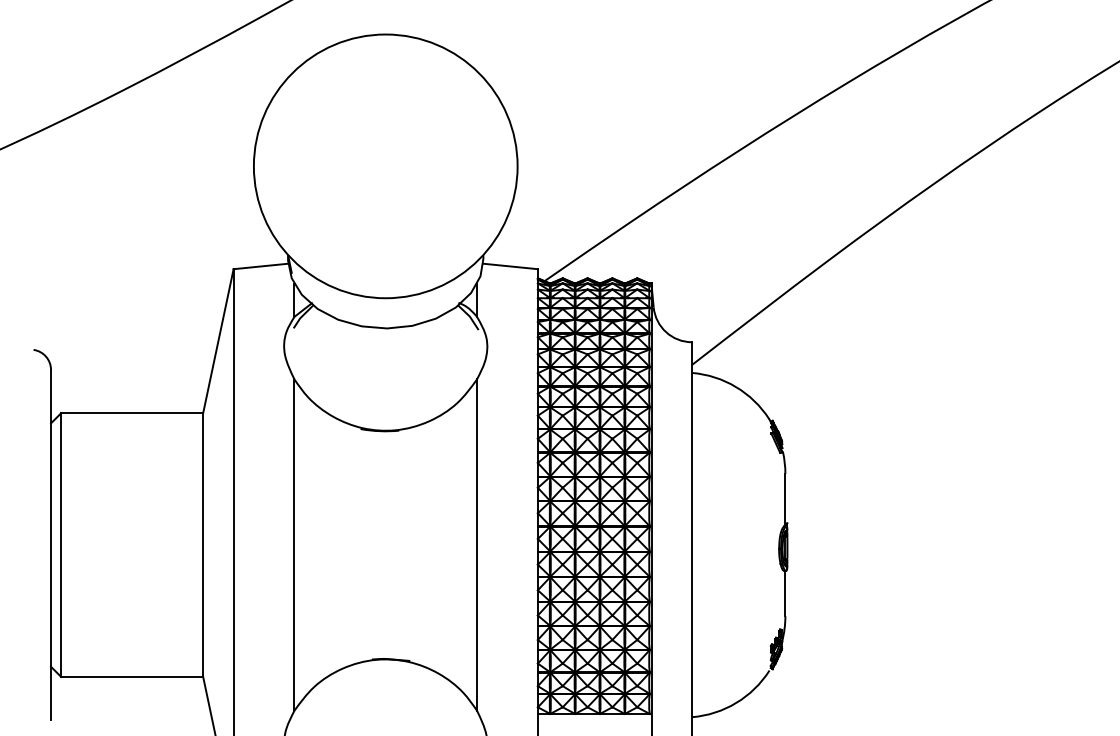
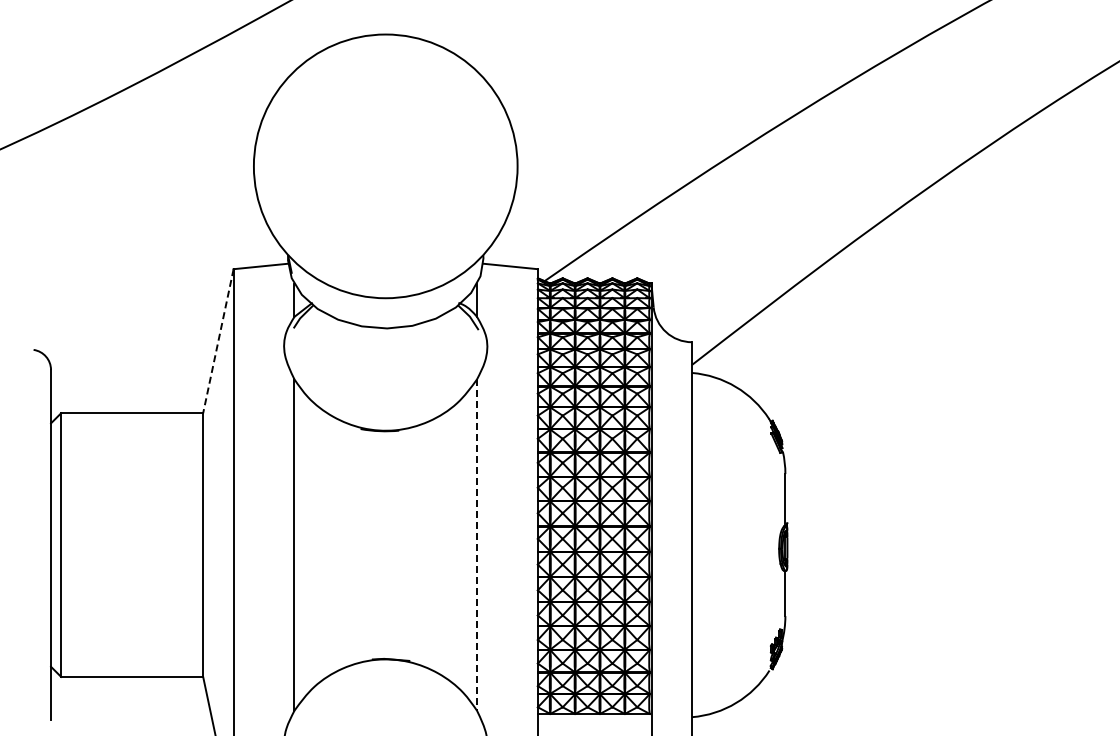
line at (218, 341): solid -> dashed
line at (477, 545): solid -> dashed
